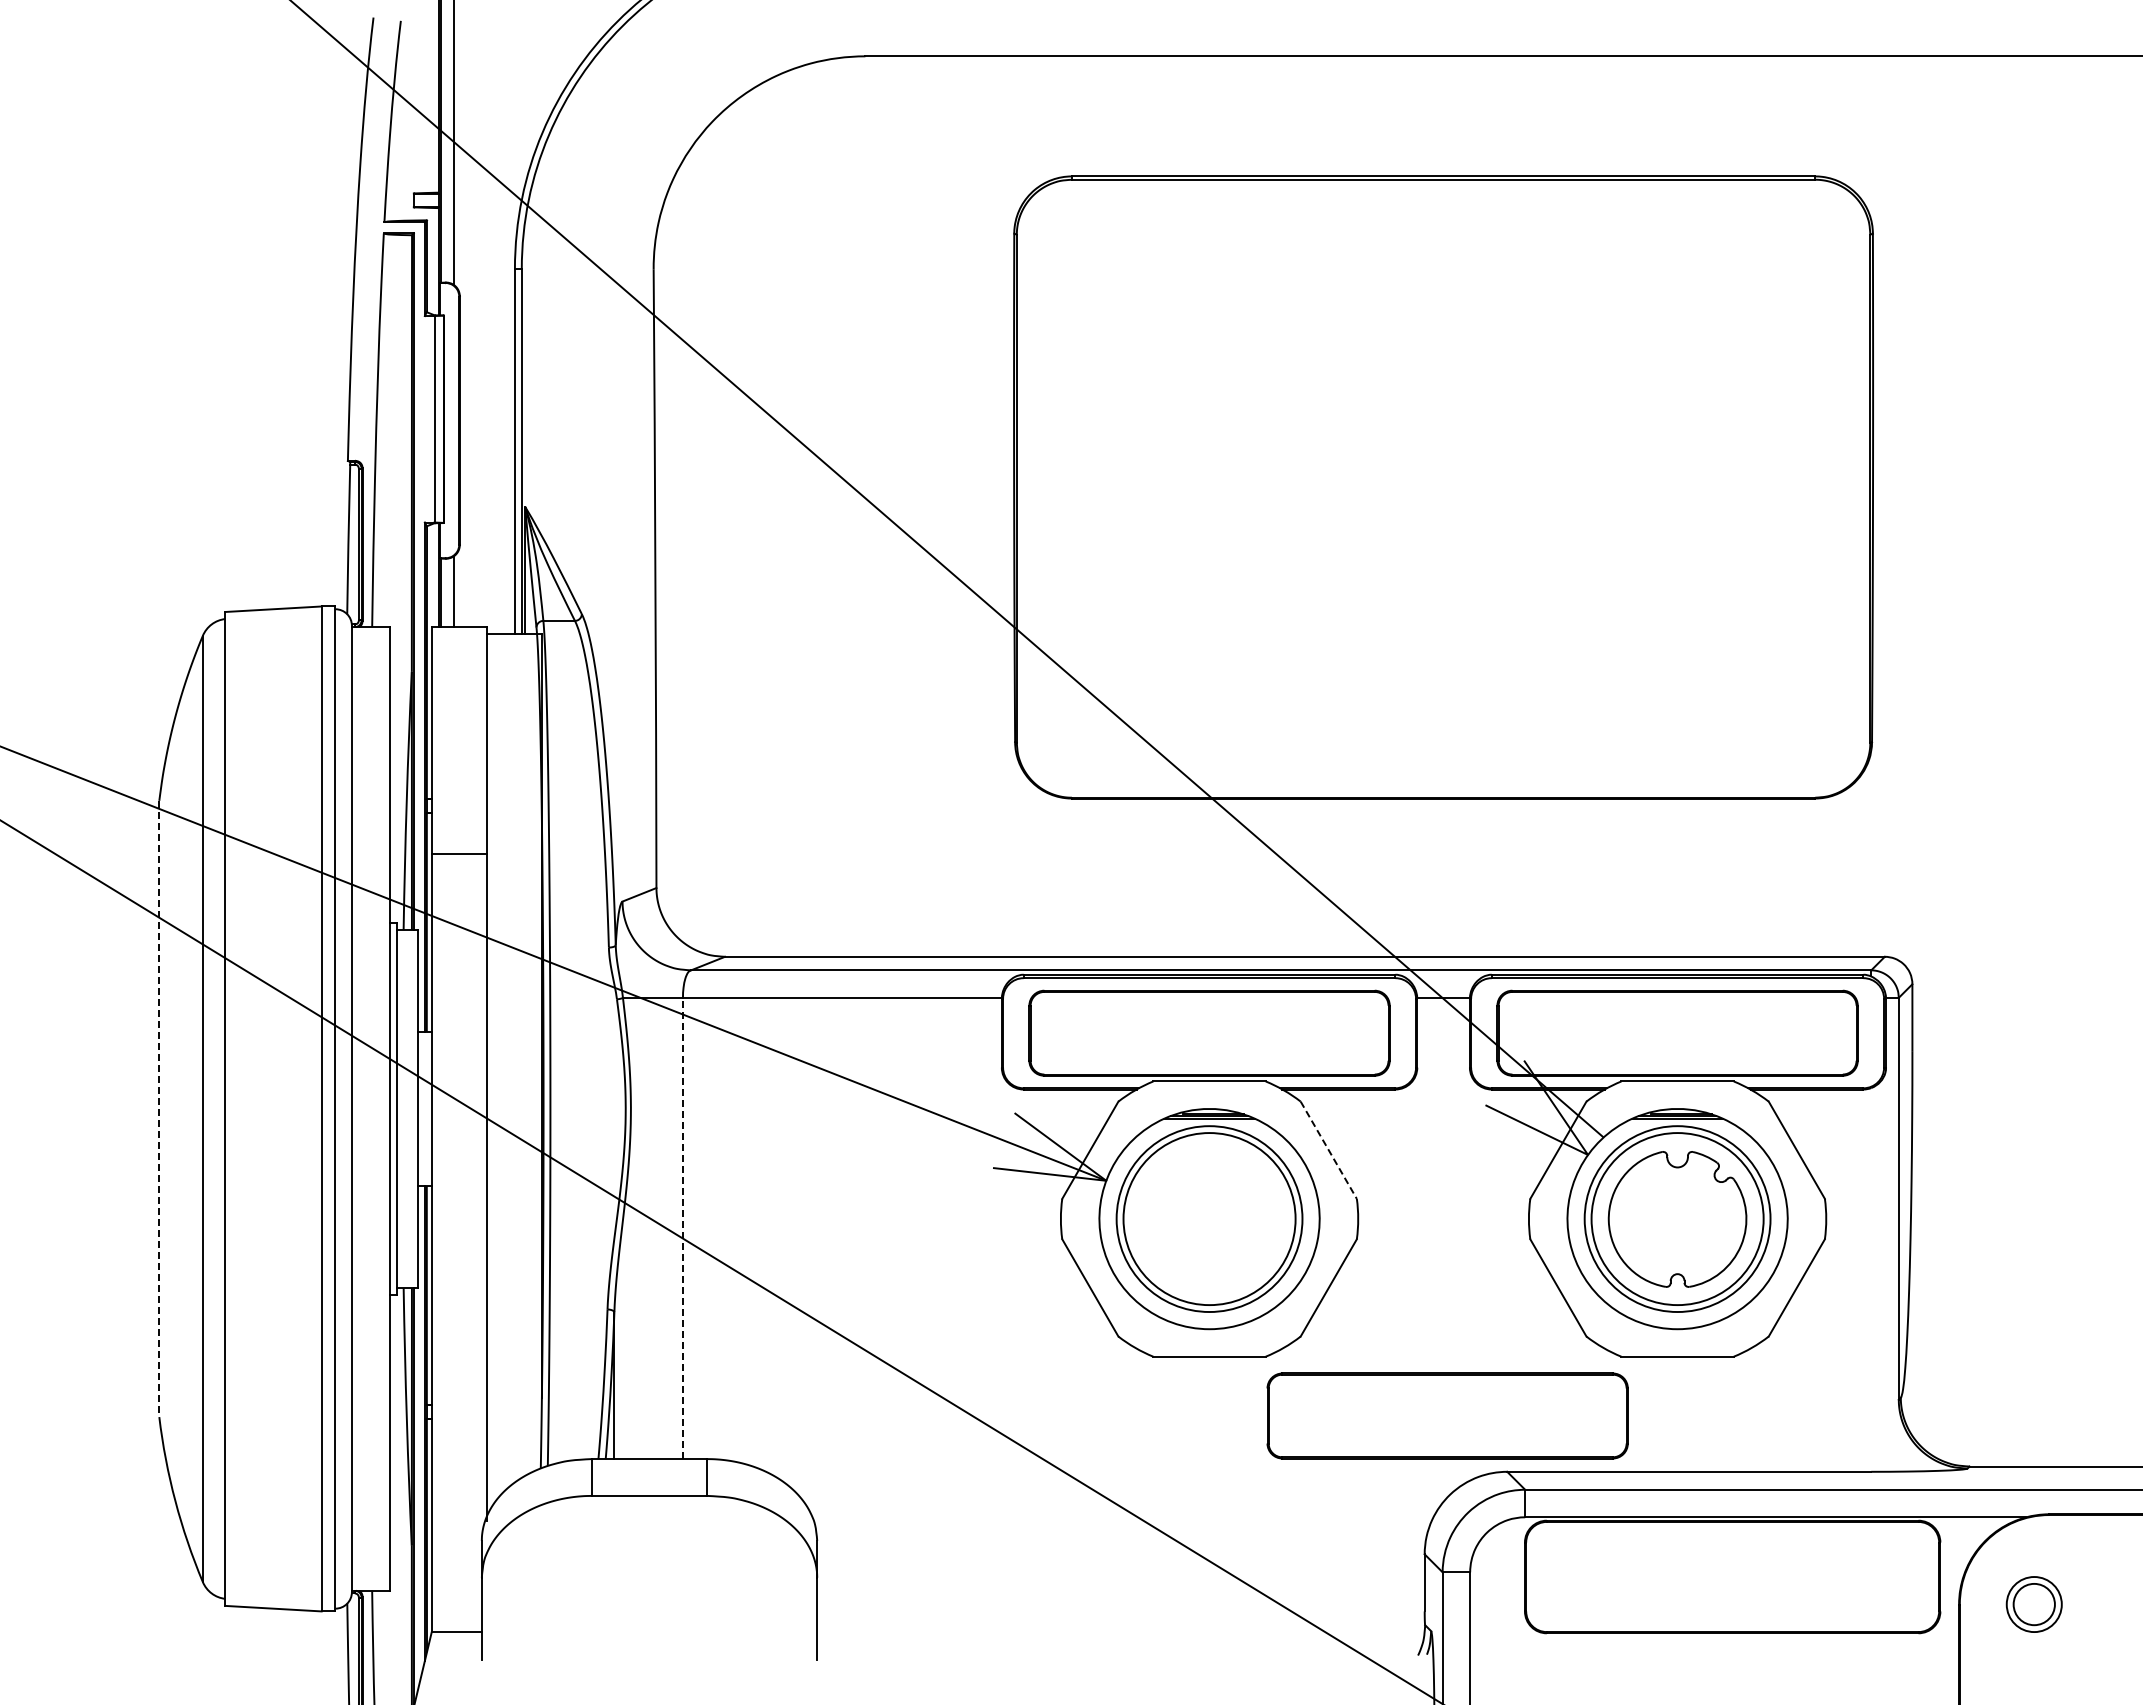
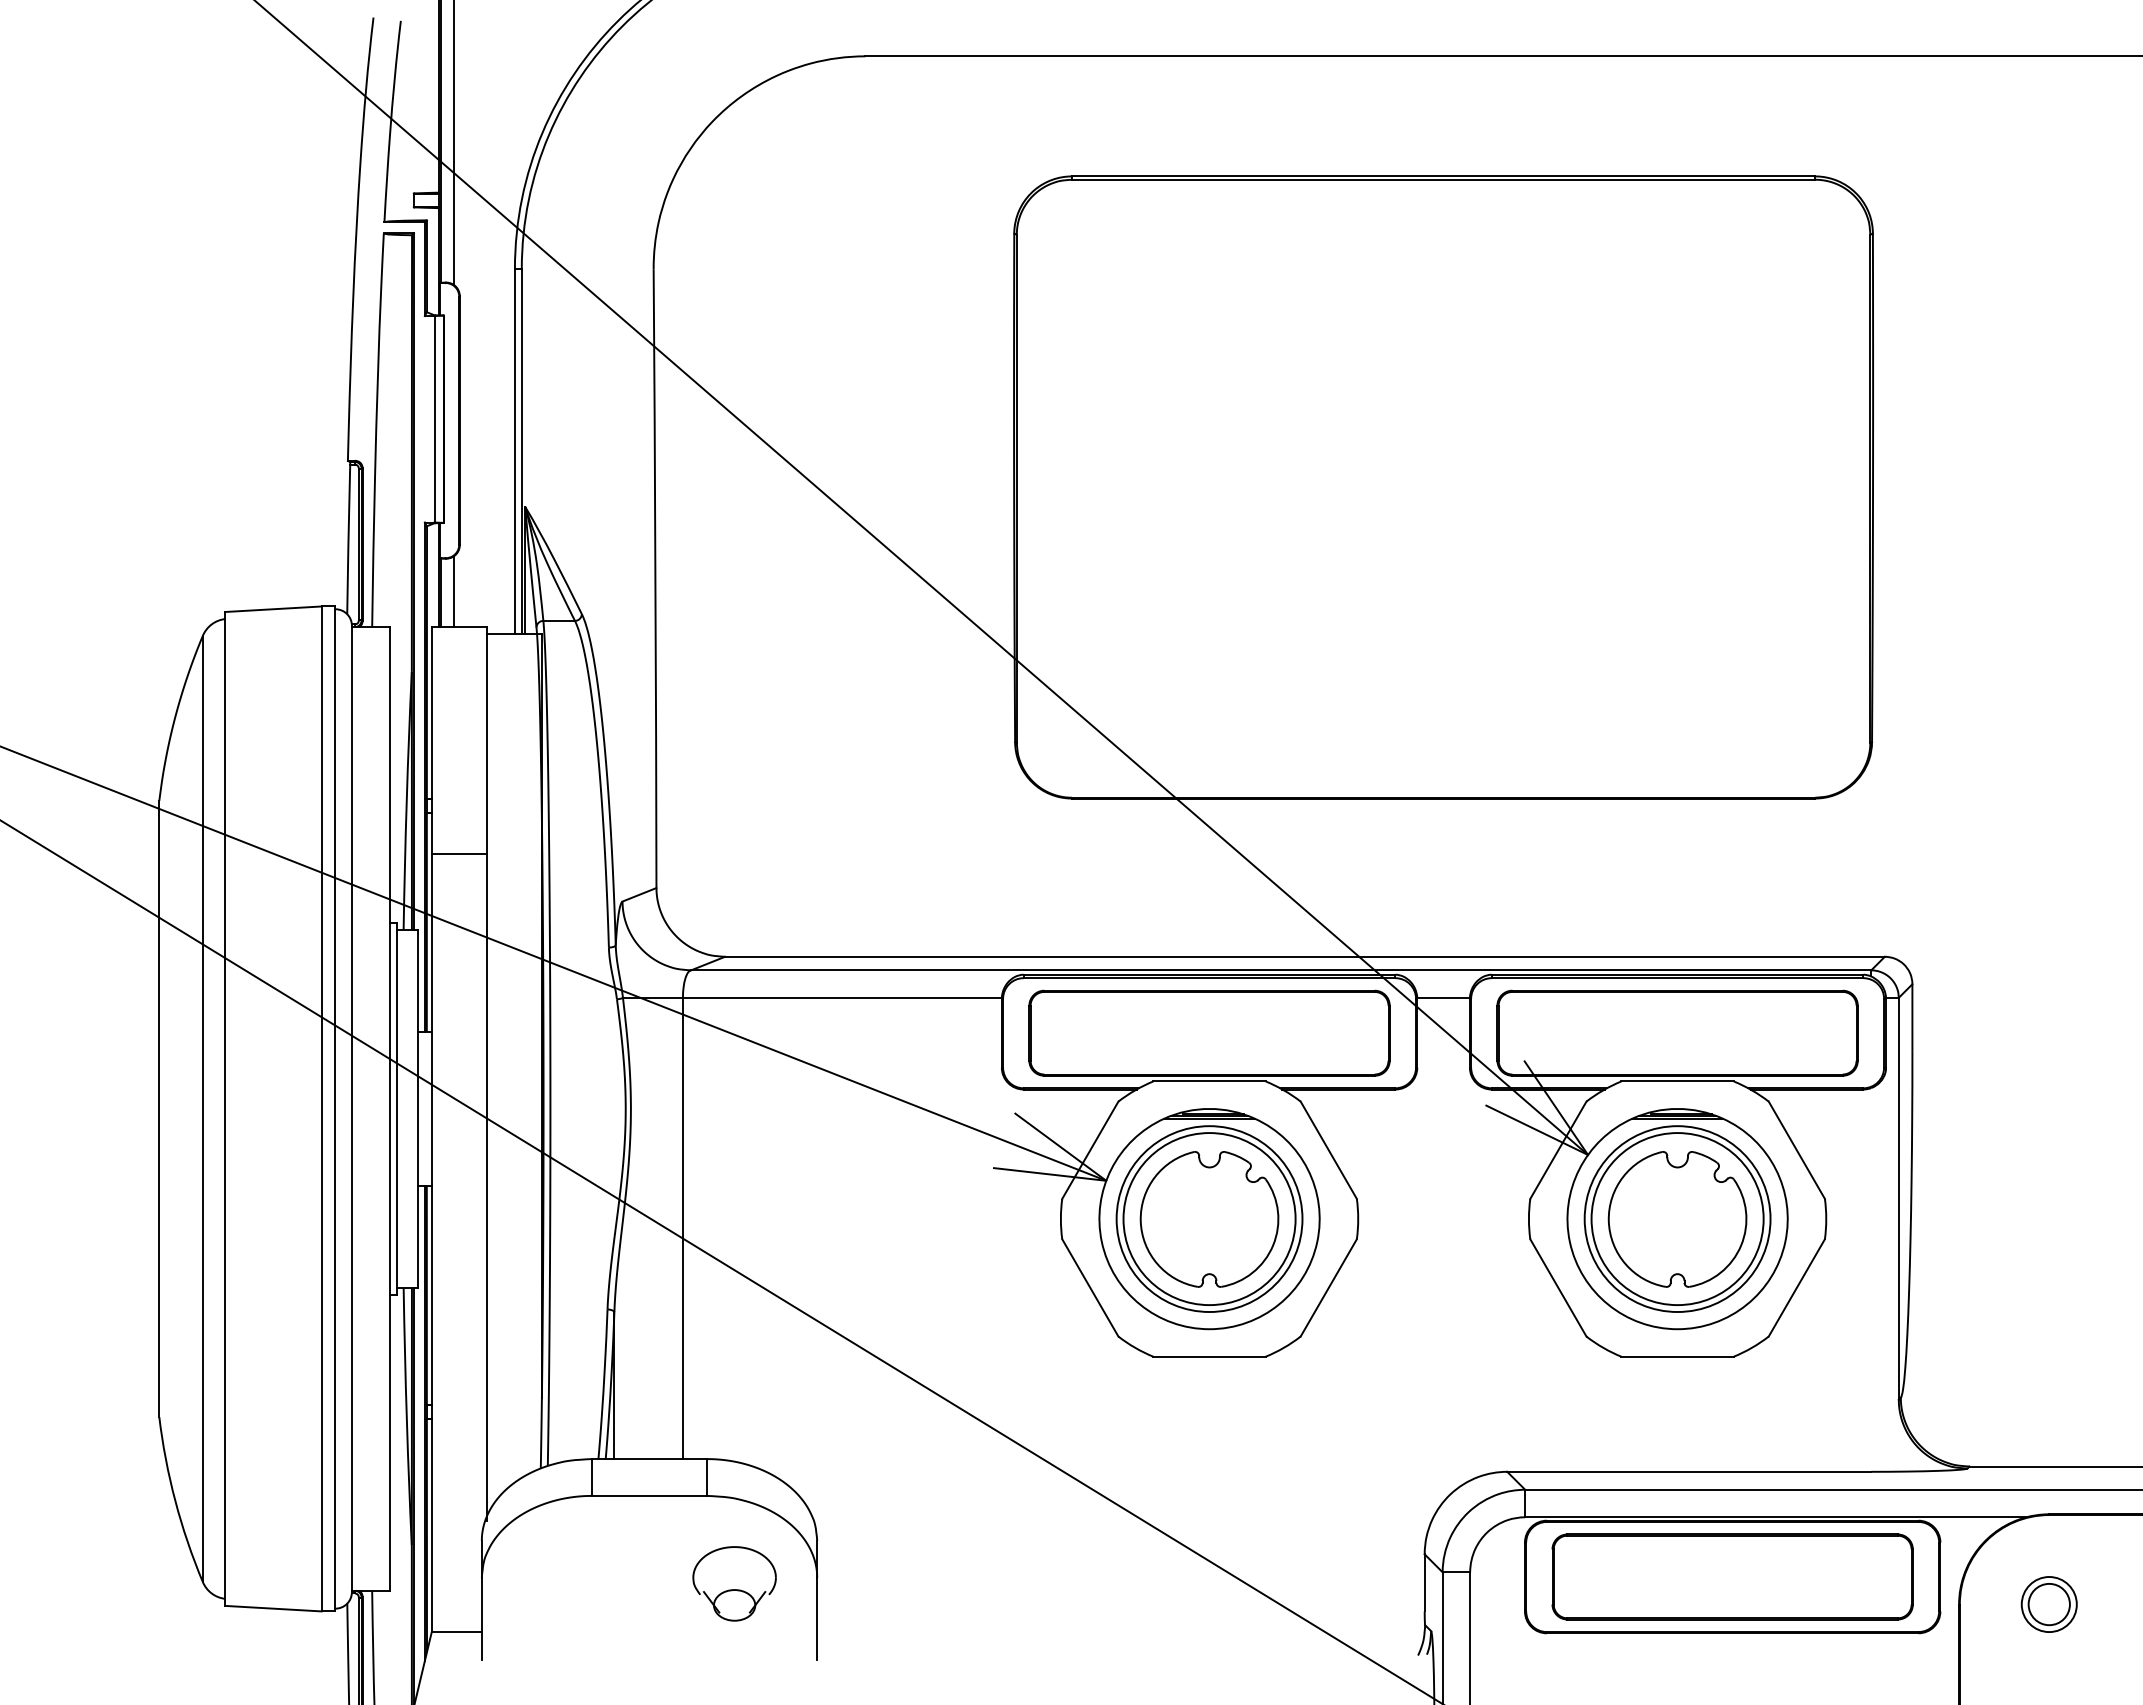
line at (947, 569) position: (947, 569) -> (922, 578)
line at (159, 1109): dashed -> solid
line at (1329, 1150): dashed -> solid
part at (1209, 1219): none -> present
line at (682, 1228): dashed -> solid
part at (1447, 1415) position: (1447, 1415) -> (1732, 1576)
part at (734, 1583): none -> present
part at (2033, 1604) position: (2033, 1604) -> (2048, 1604)
